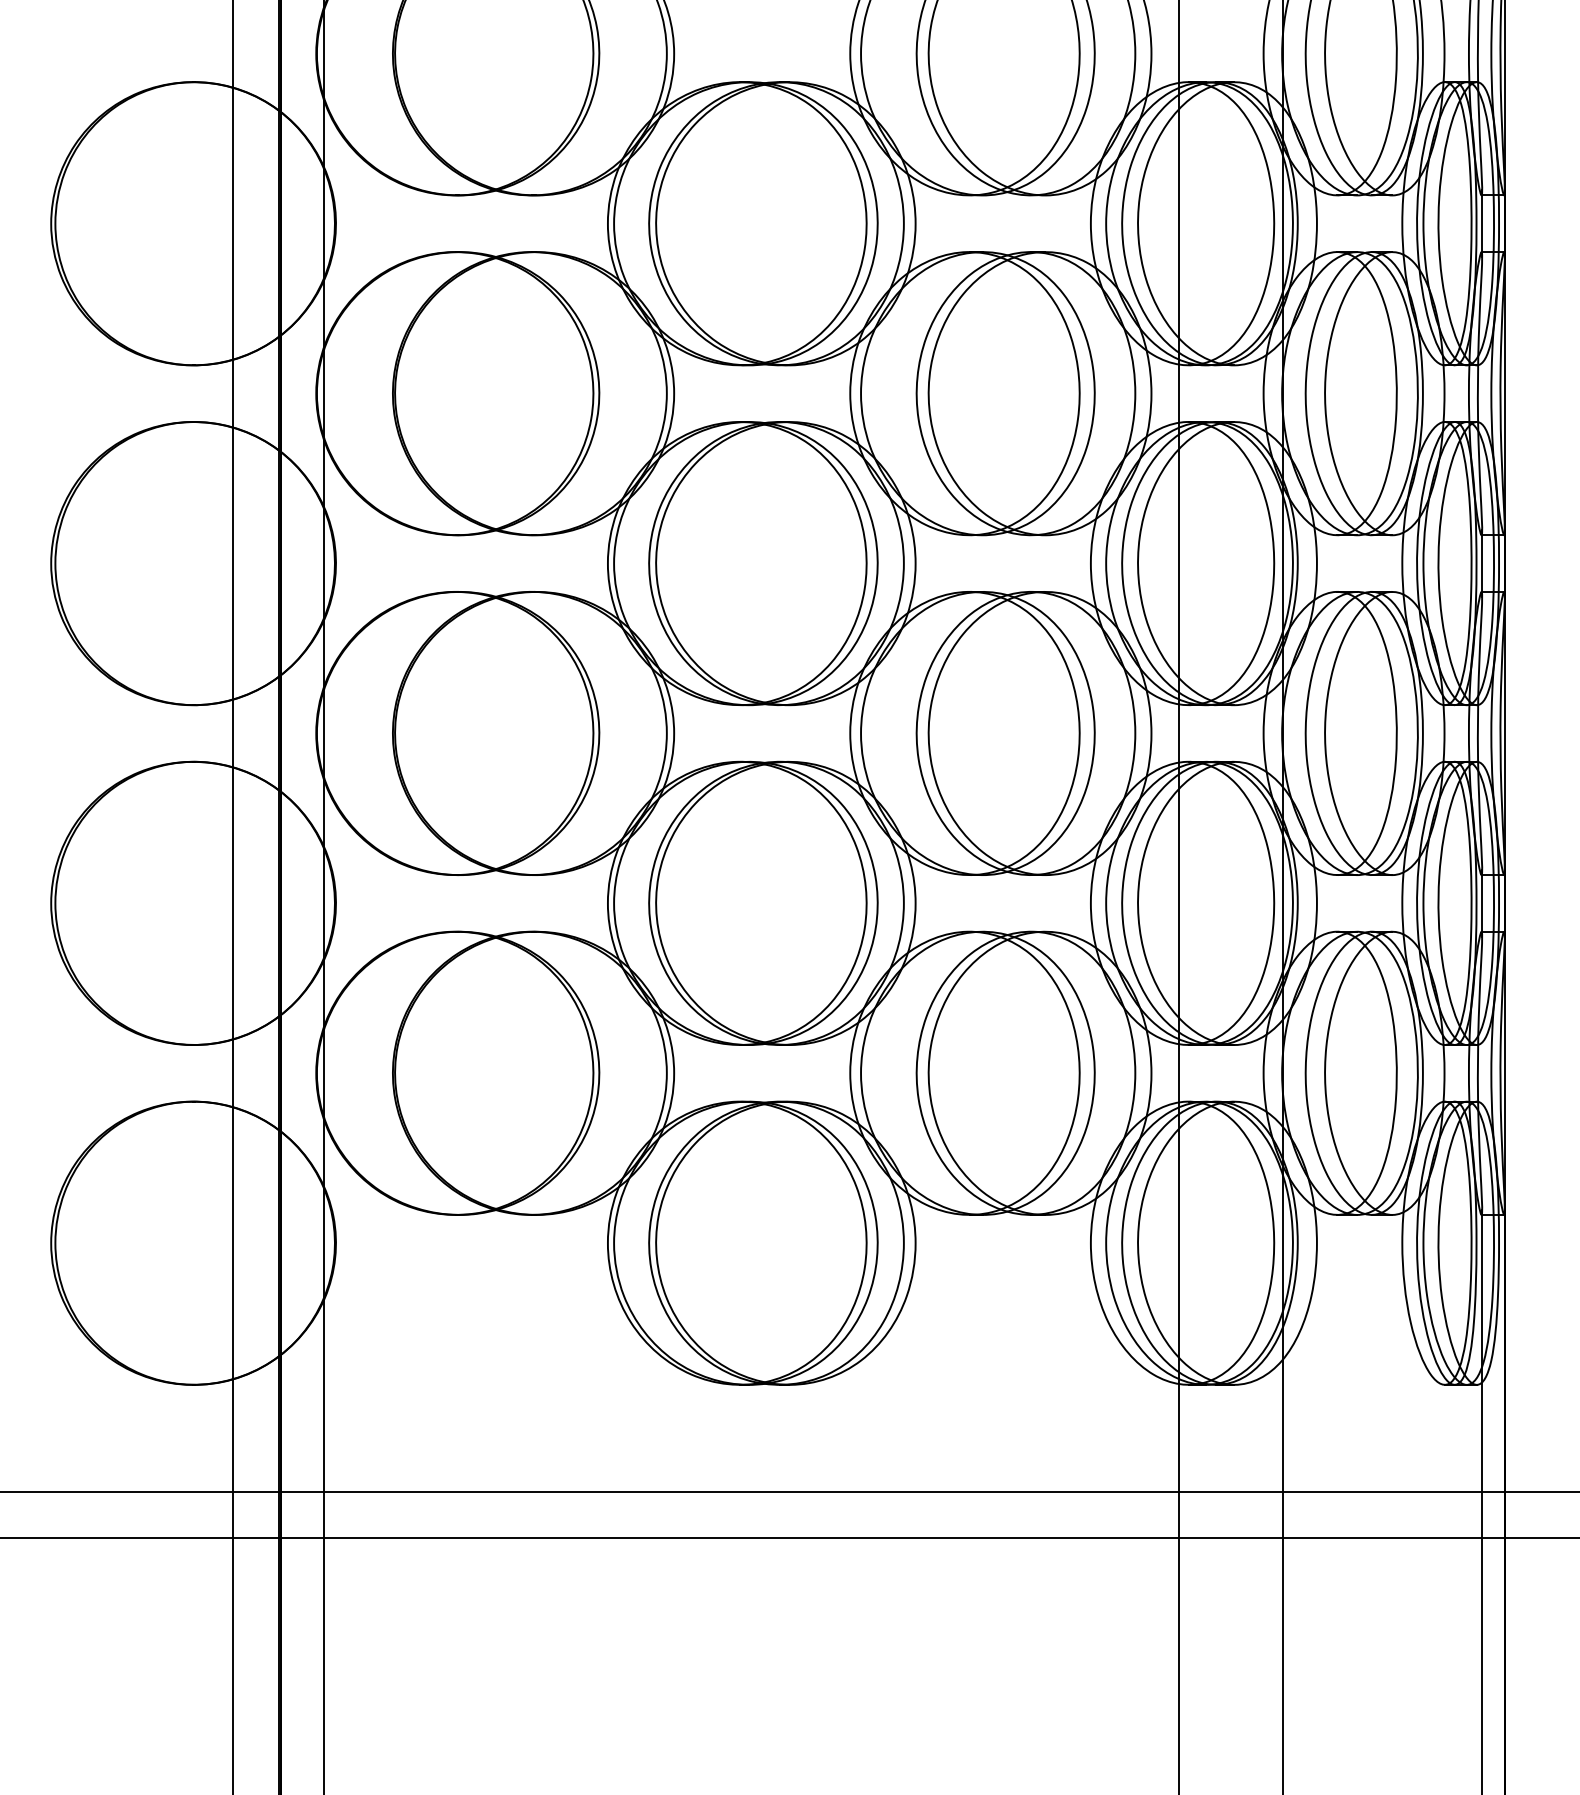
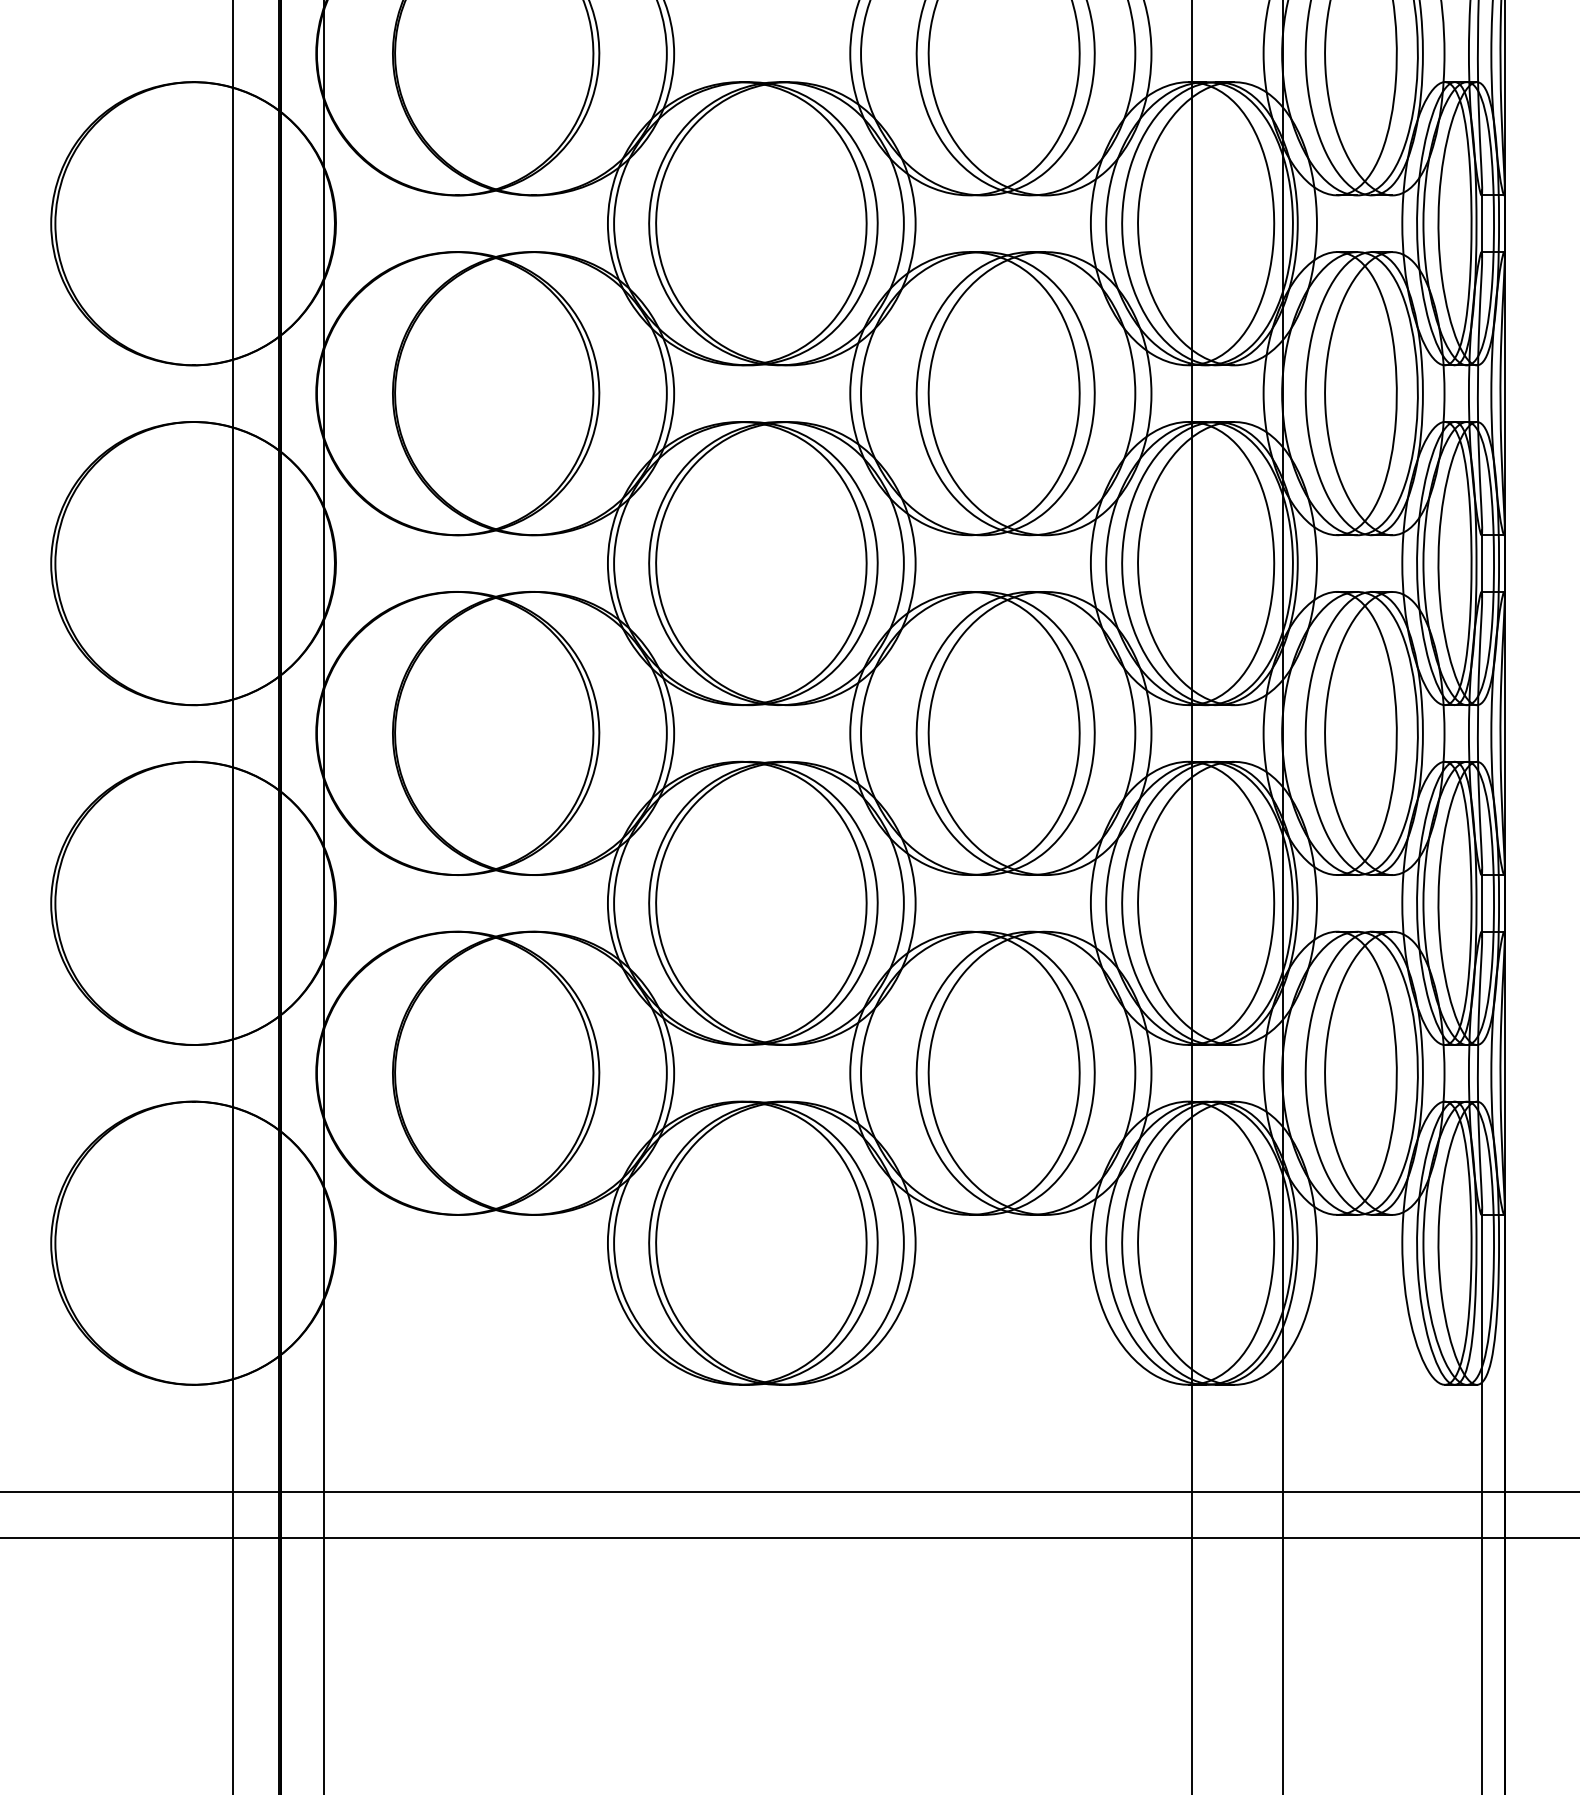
line at (1179, 896) position: (1179, 896) -> (1192, 896)
